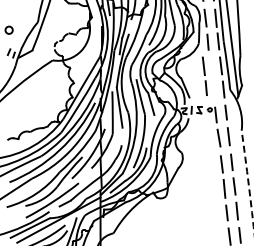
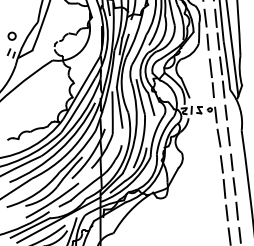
circle at (8, 29) position: (8, 29) -> (11, 35)
line at (204, 75) position: (204, 75) -> (211, 77)
arc at (248, 180): dashed -> solid
